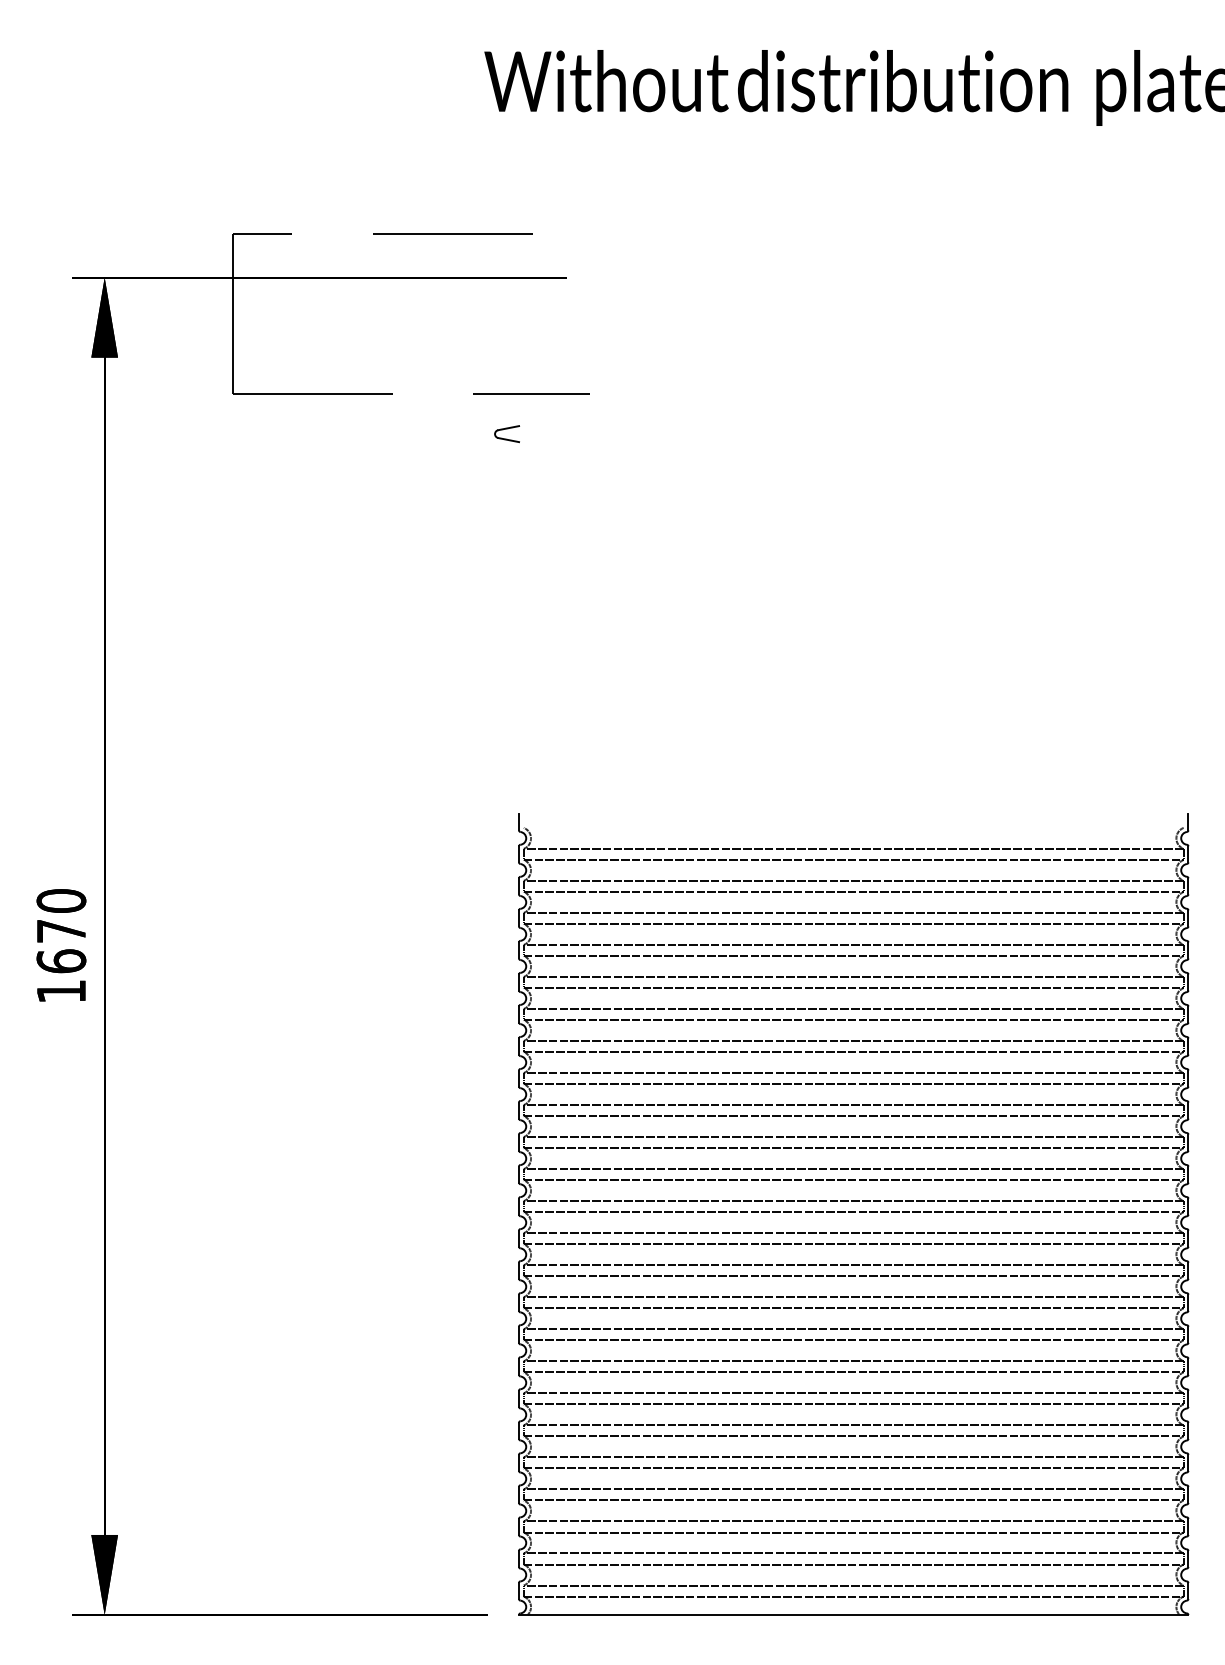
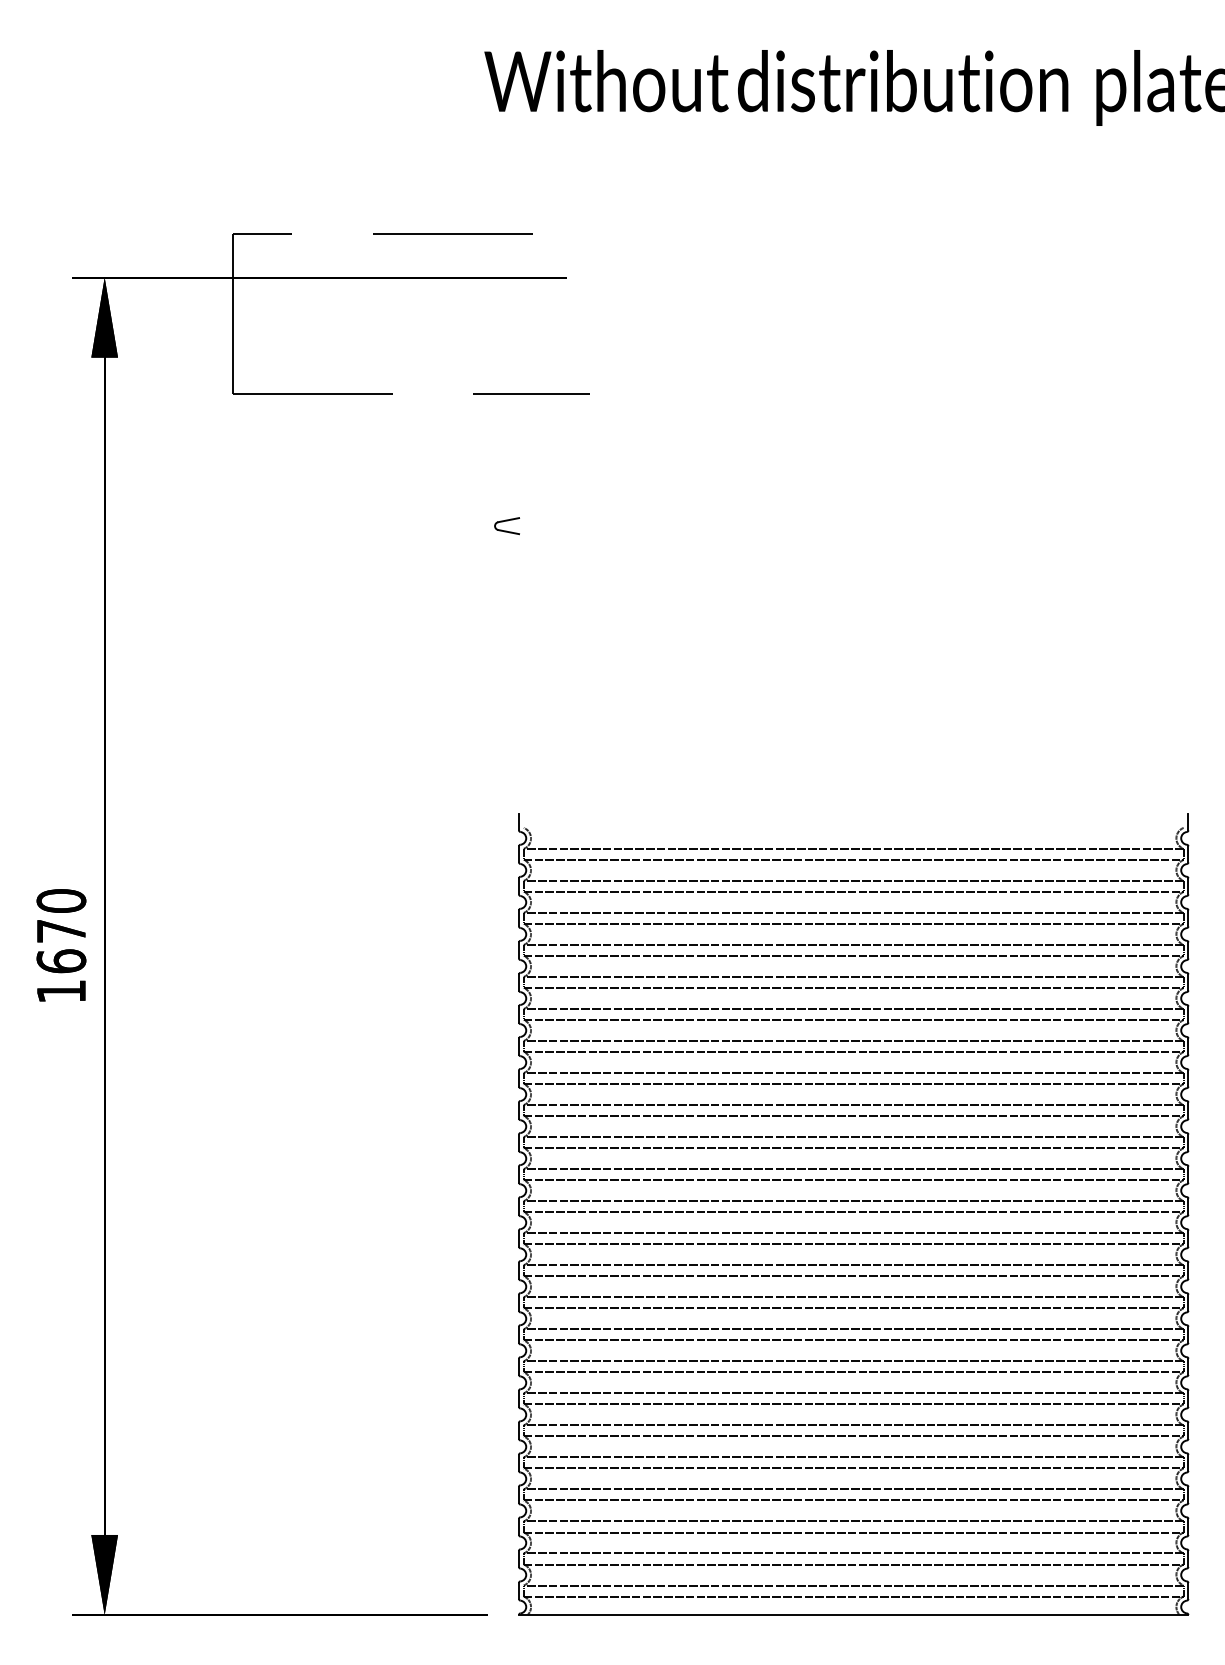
part at (506, 434) position: (506, 434) -> (506, 526)
